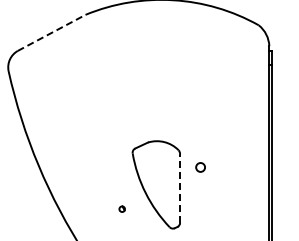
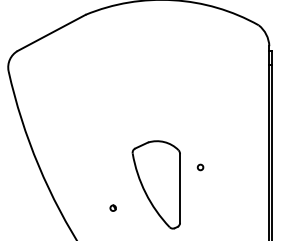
line at (52, 32): dashed -> solid
circle at (200, 167) size: 11x11 px -> 9x9 px
line at (180, 187): dashed -> solid
part at (121, 208) position: (121, 208) -> (112, 207)
